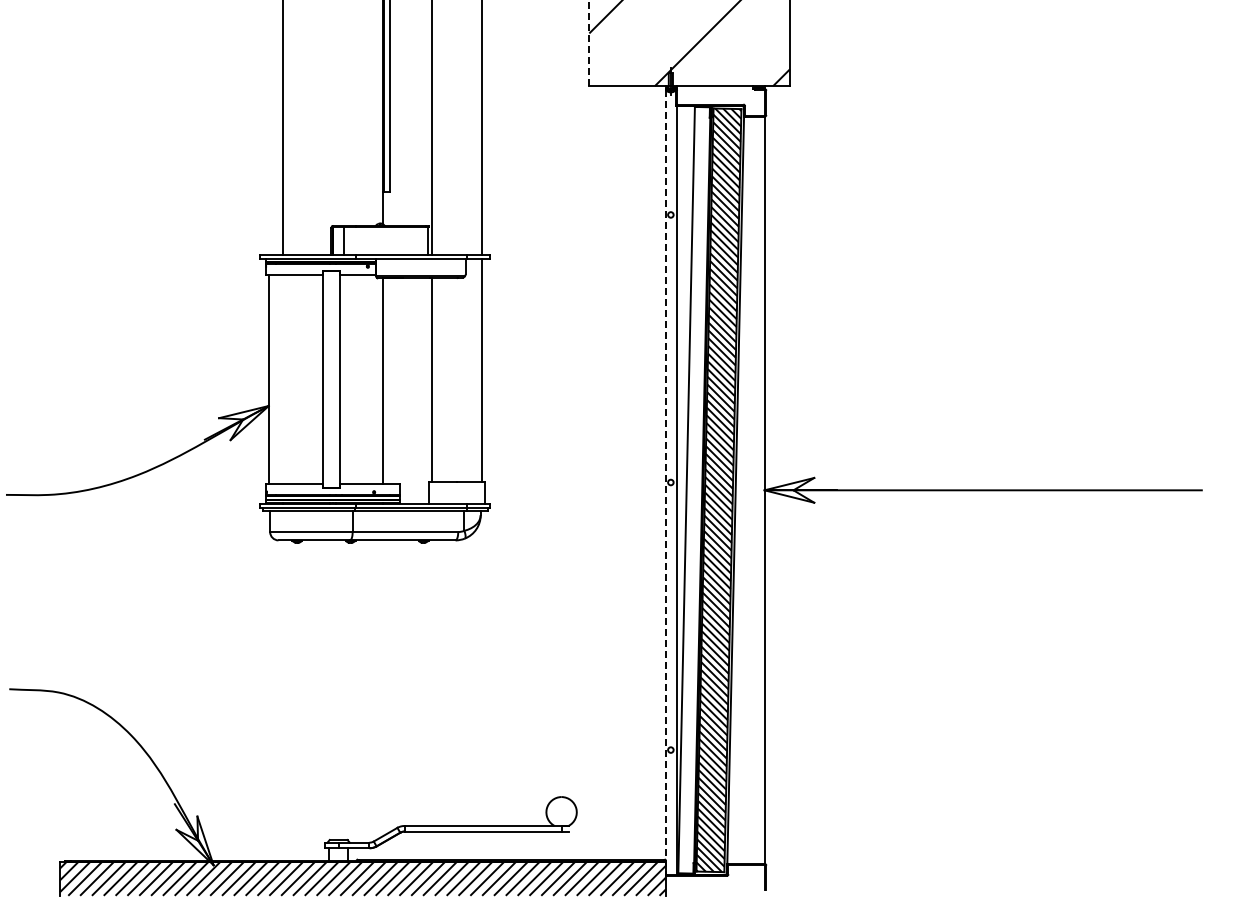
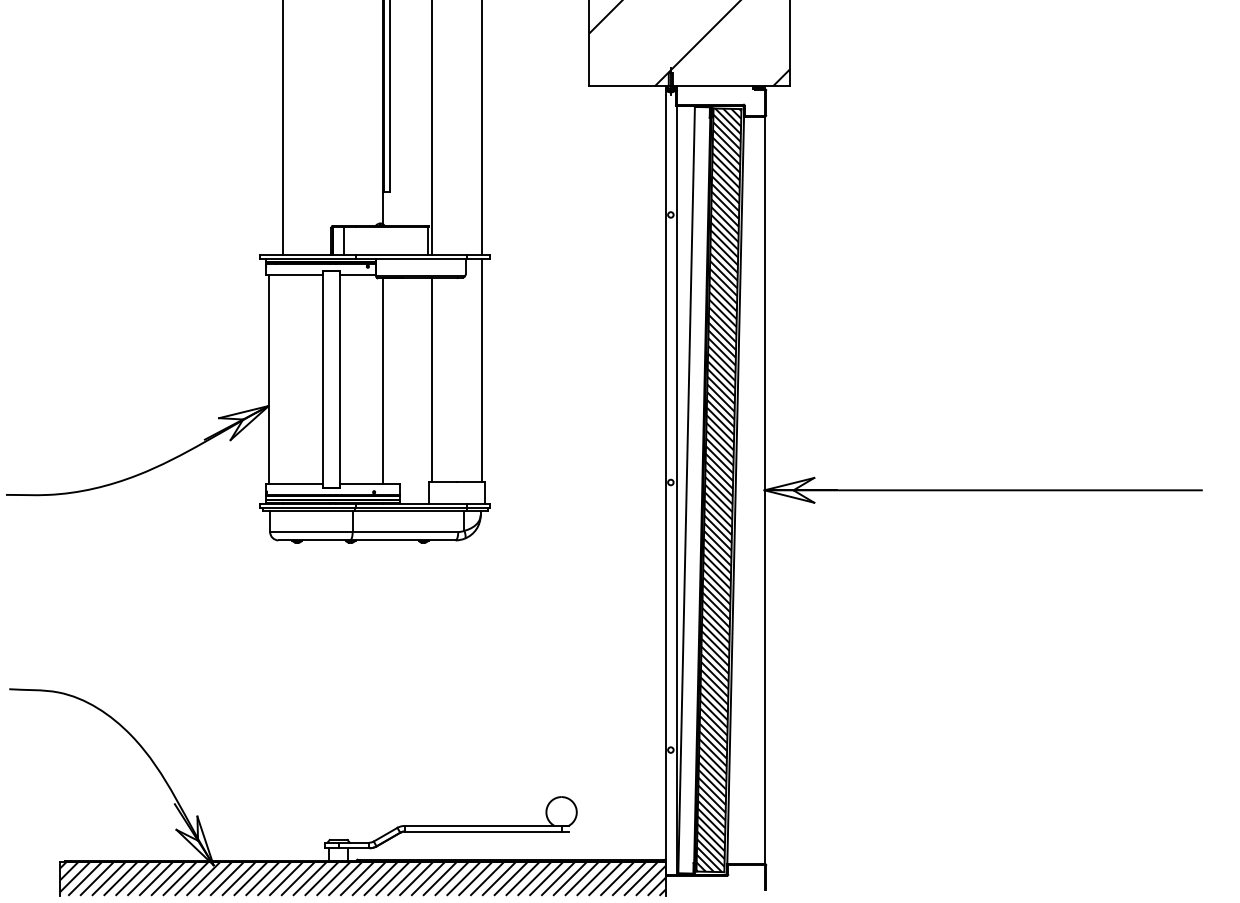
line at (589, 43): dashed -> solid
line at (666, 483): dashed -> solid
